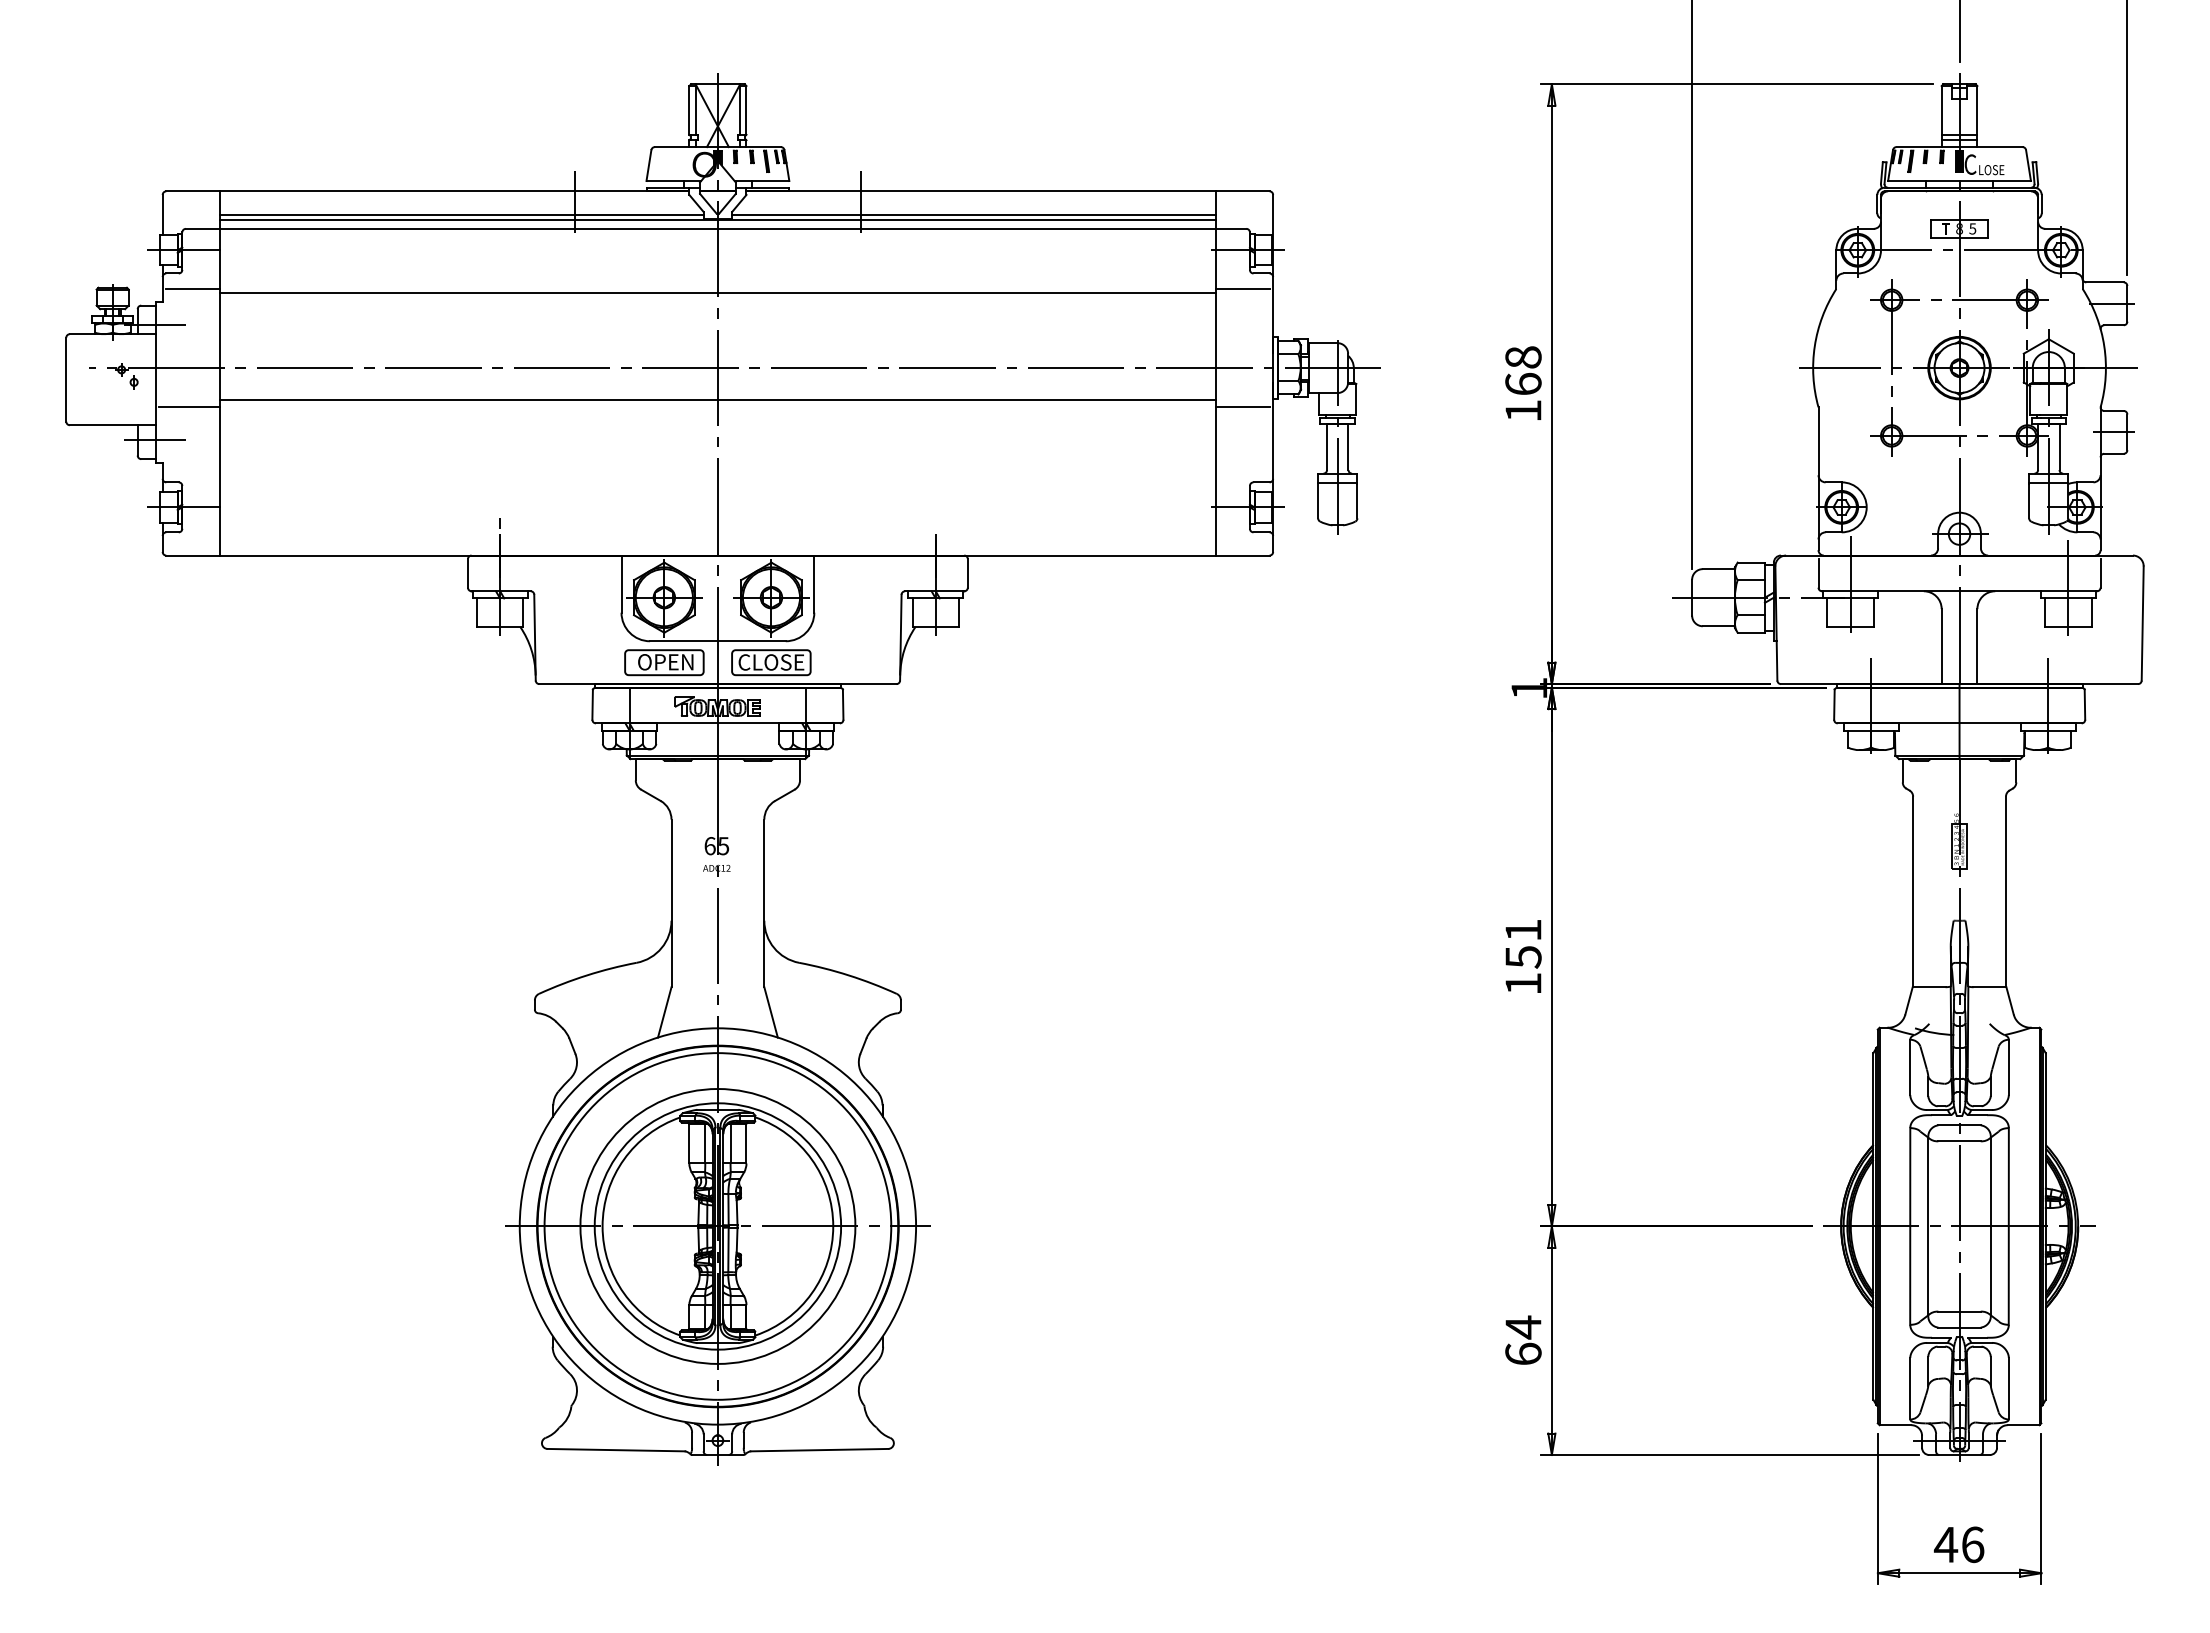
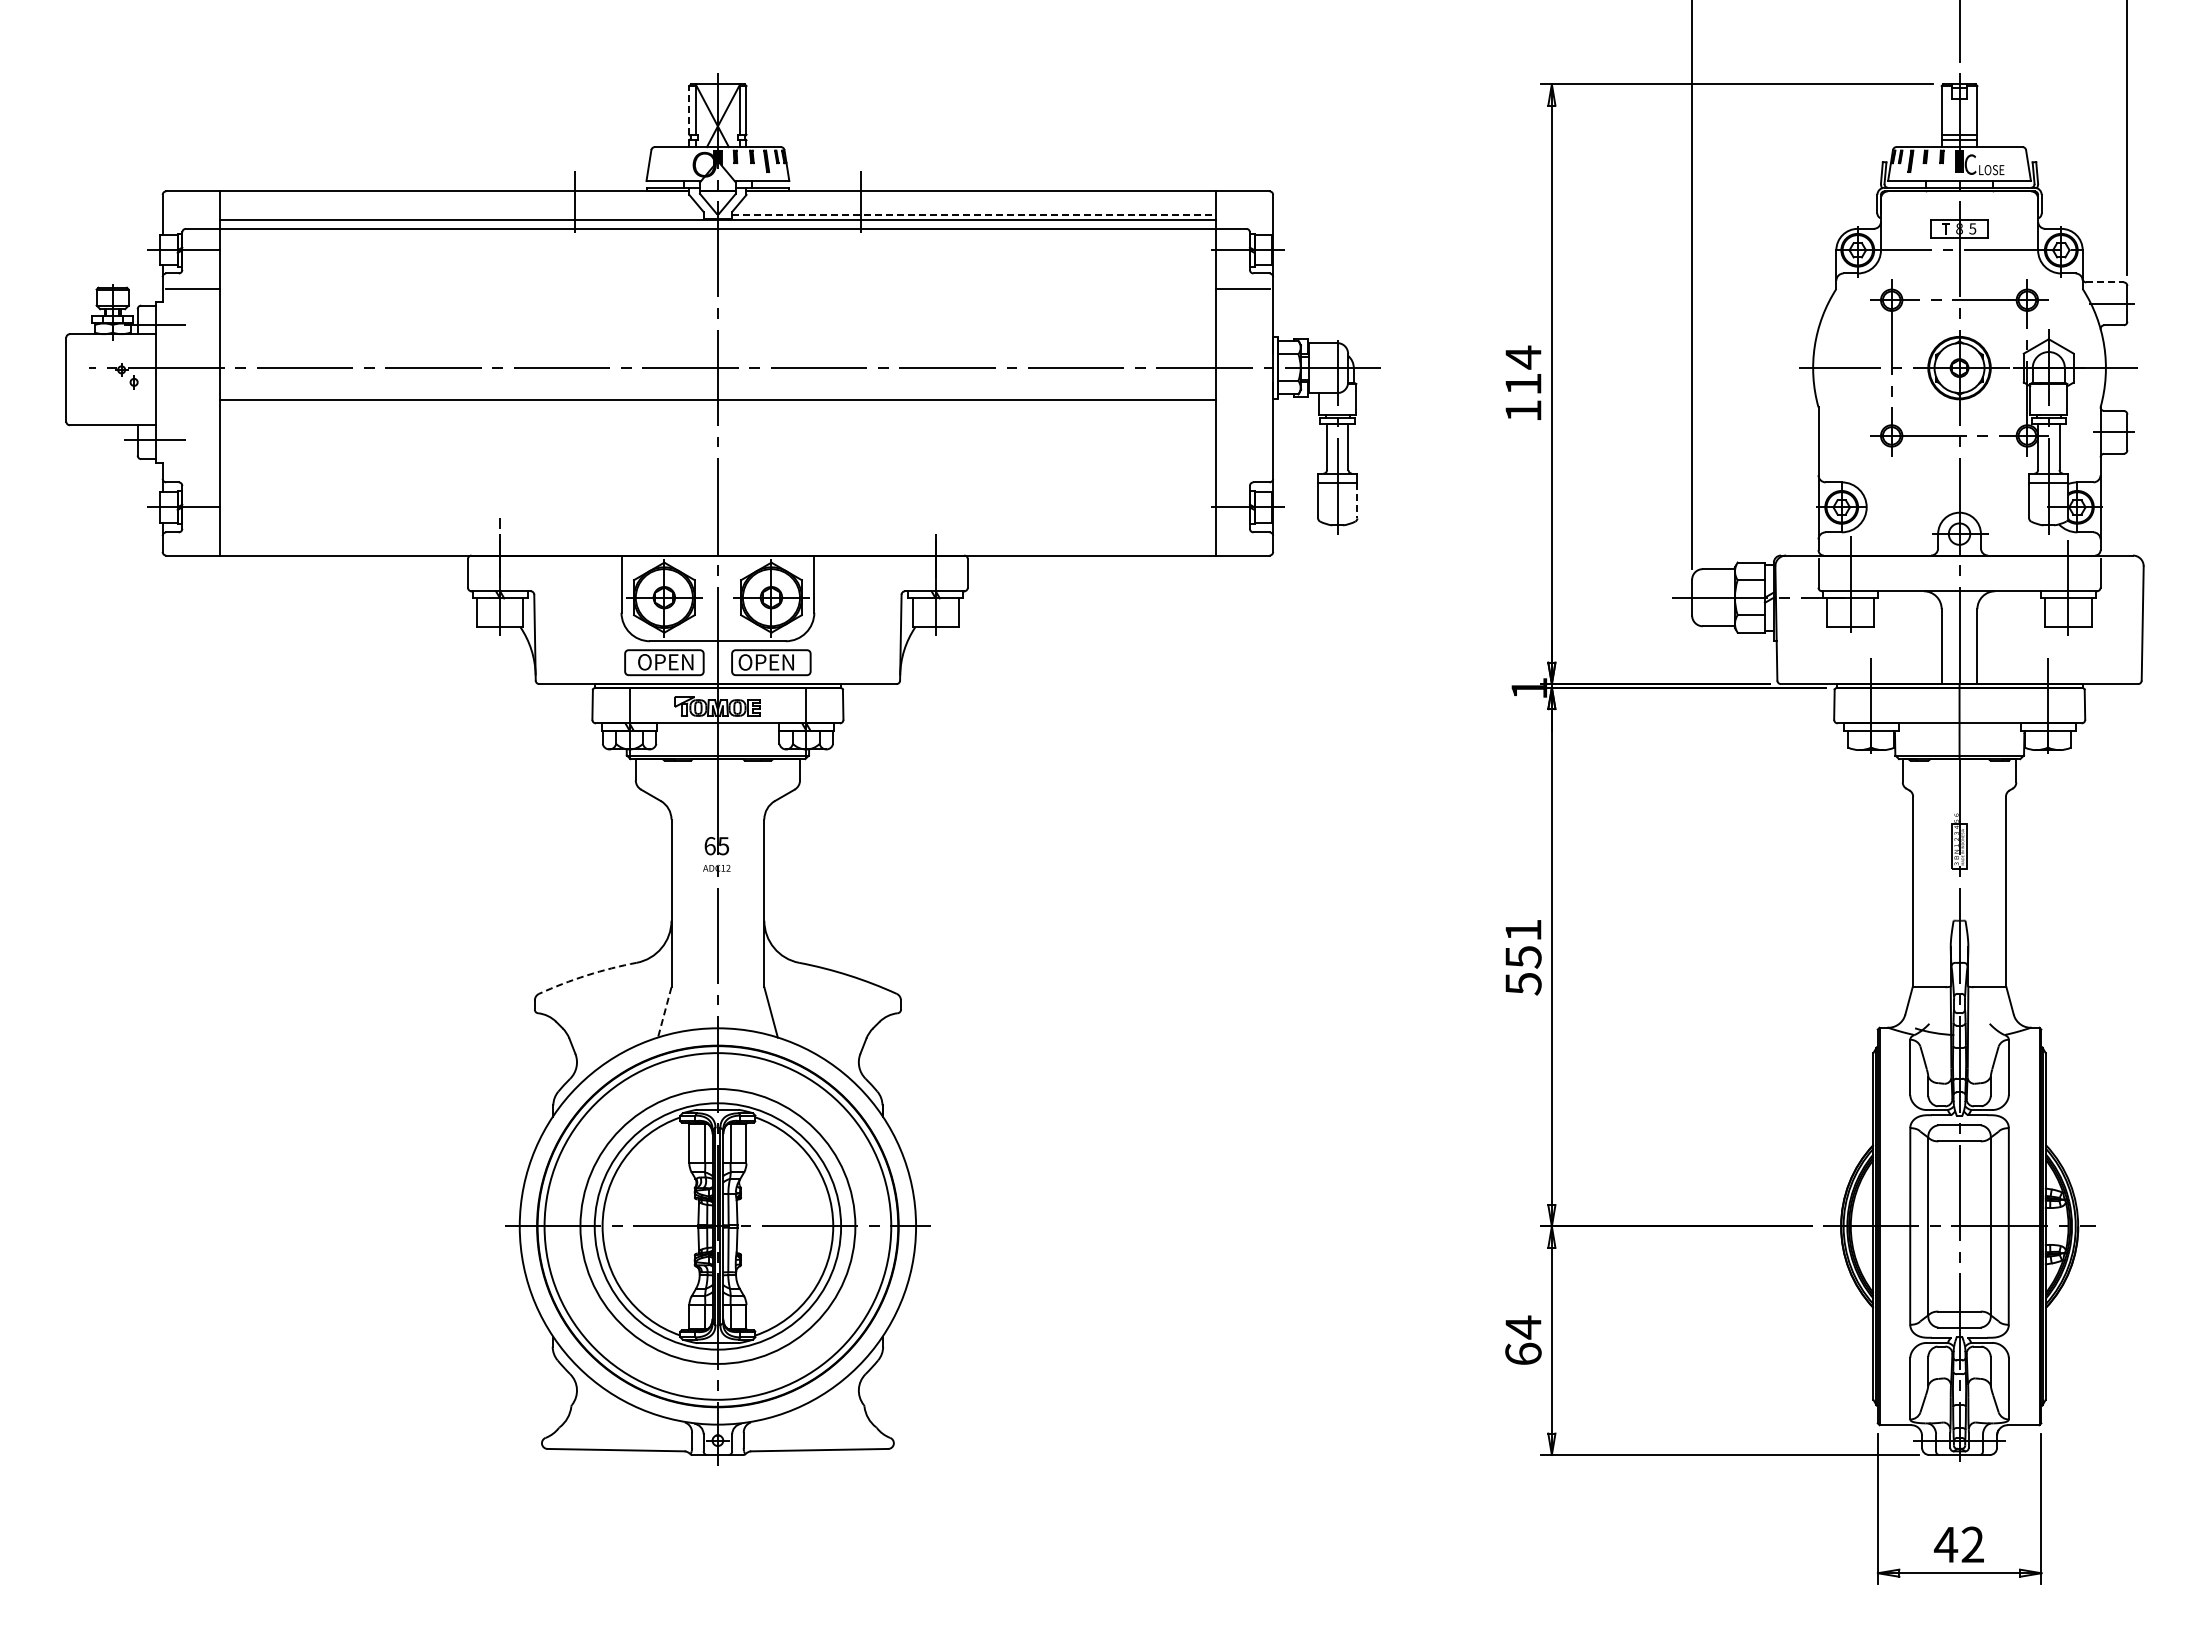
line at (689, 109): solid -> dashed
line at (461, 214): present -> none
line at (974, 214): solid -> dashed
line at (2105, 282): solid -> dashed
line at (717, 292): present -> none
text at (1523, 369): 168 -> 114
line at (189, 407): present -> none
line at (1242, 407): present -> none
line at (1357, 500): solid -> dashed
text at (772, 662): CLOSE -> OPEN
arc at (586, 975): solid -> dashed
text at (1523, 984): 151 -> 551
line at (664, 1012): solid -> dashed
text at (1972, 1544): 46 -> 42
